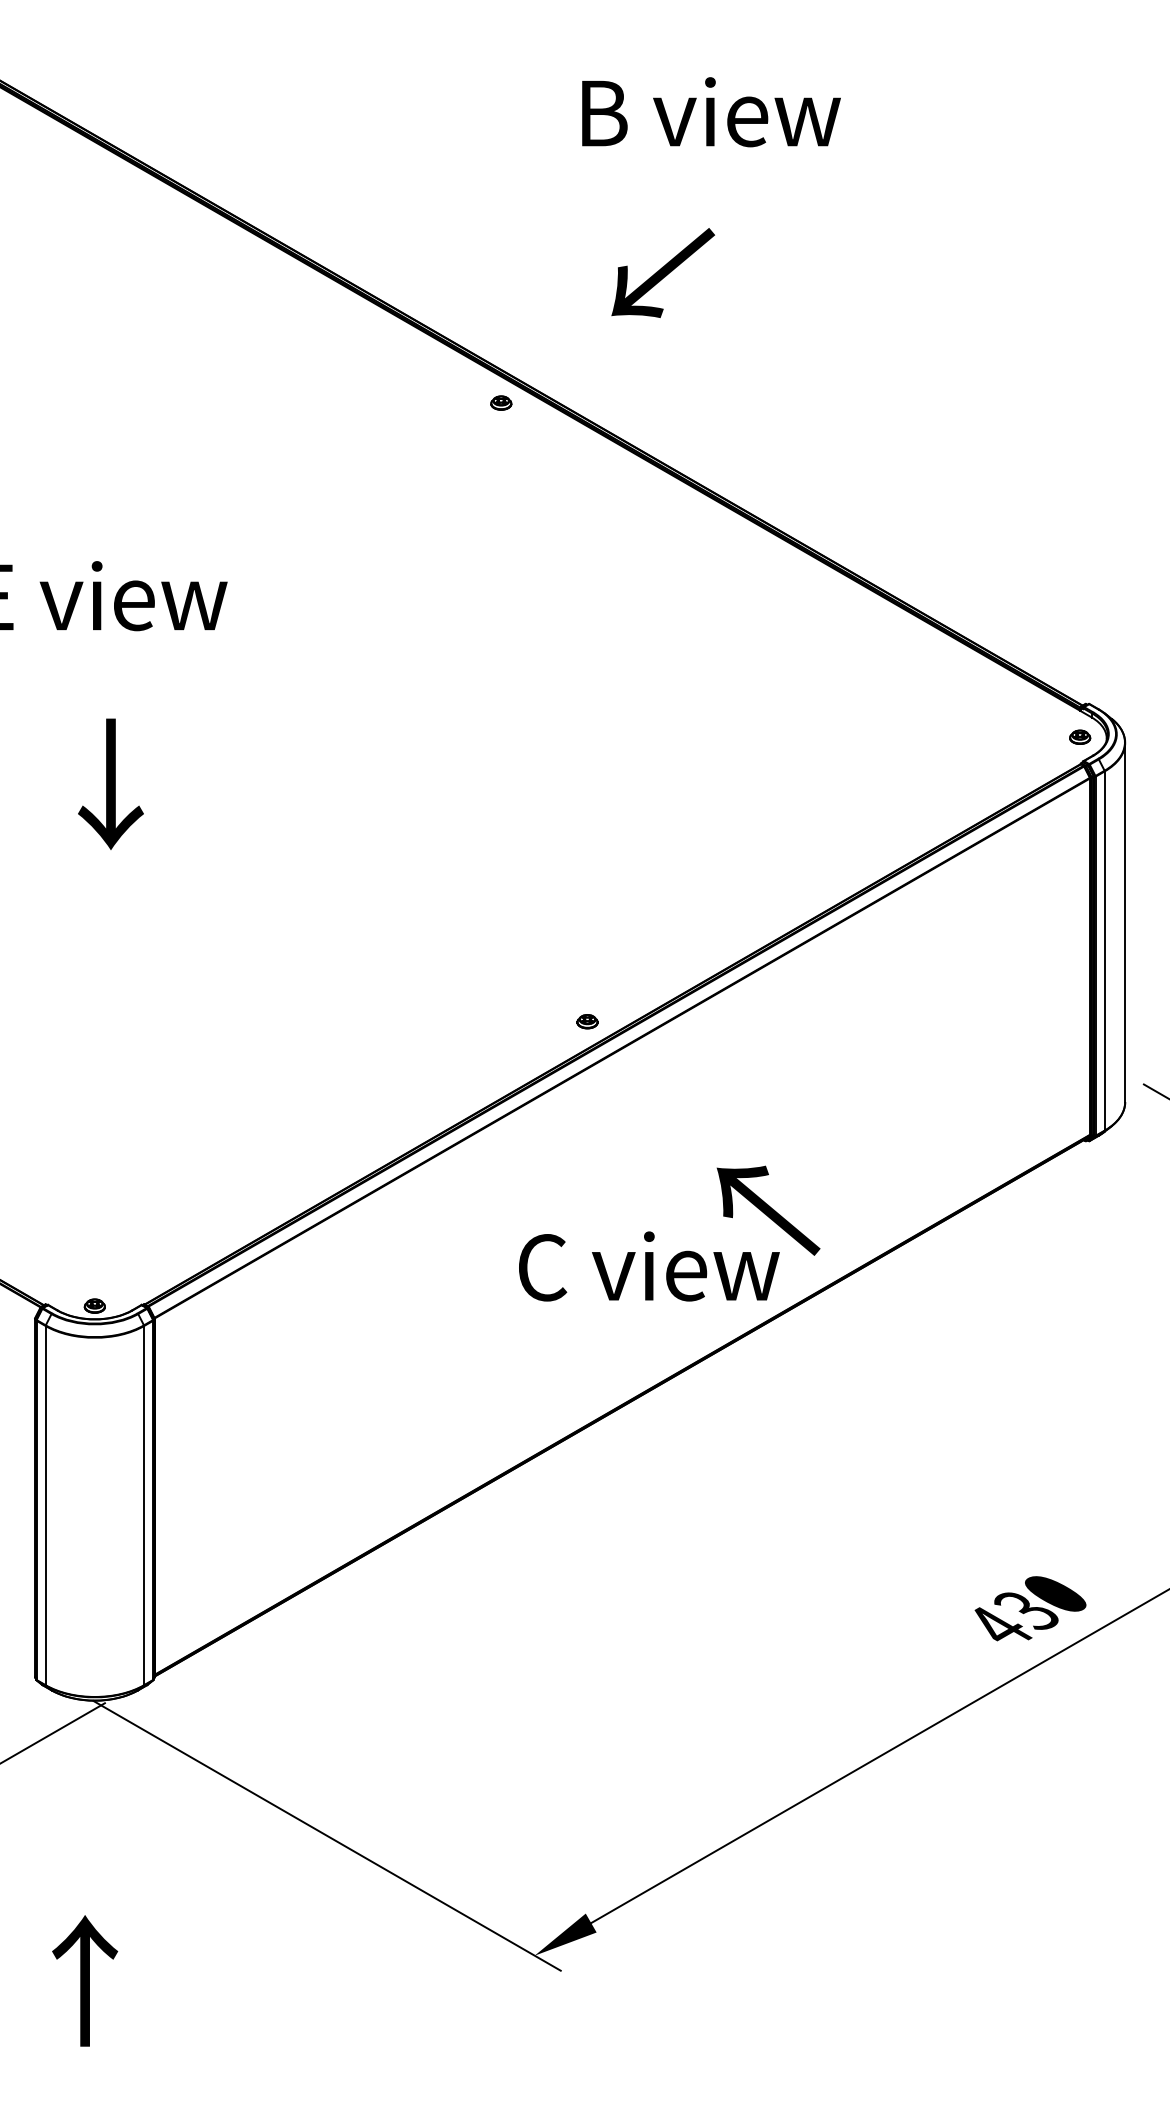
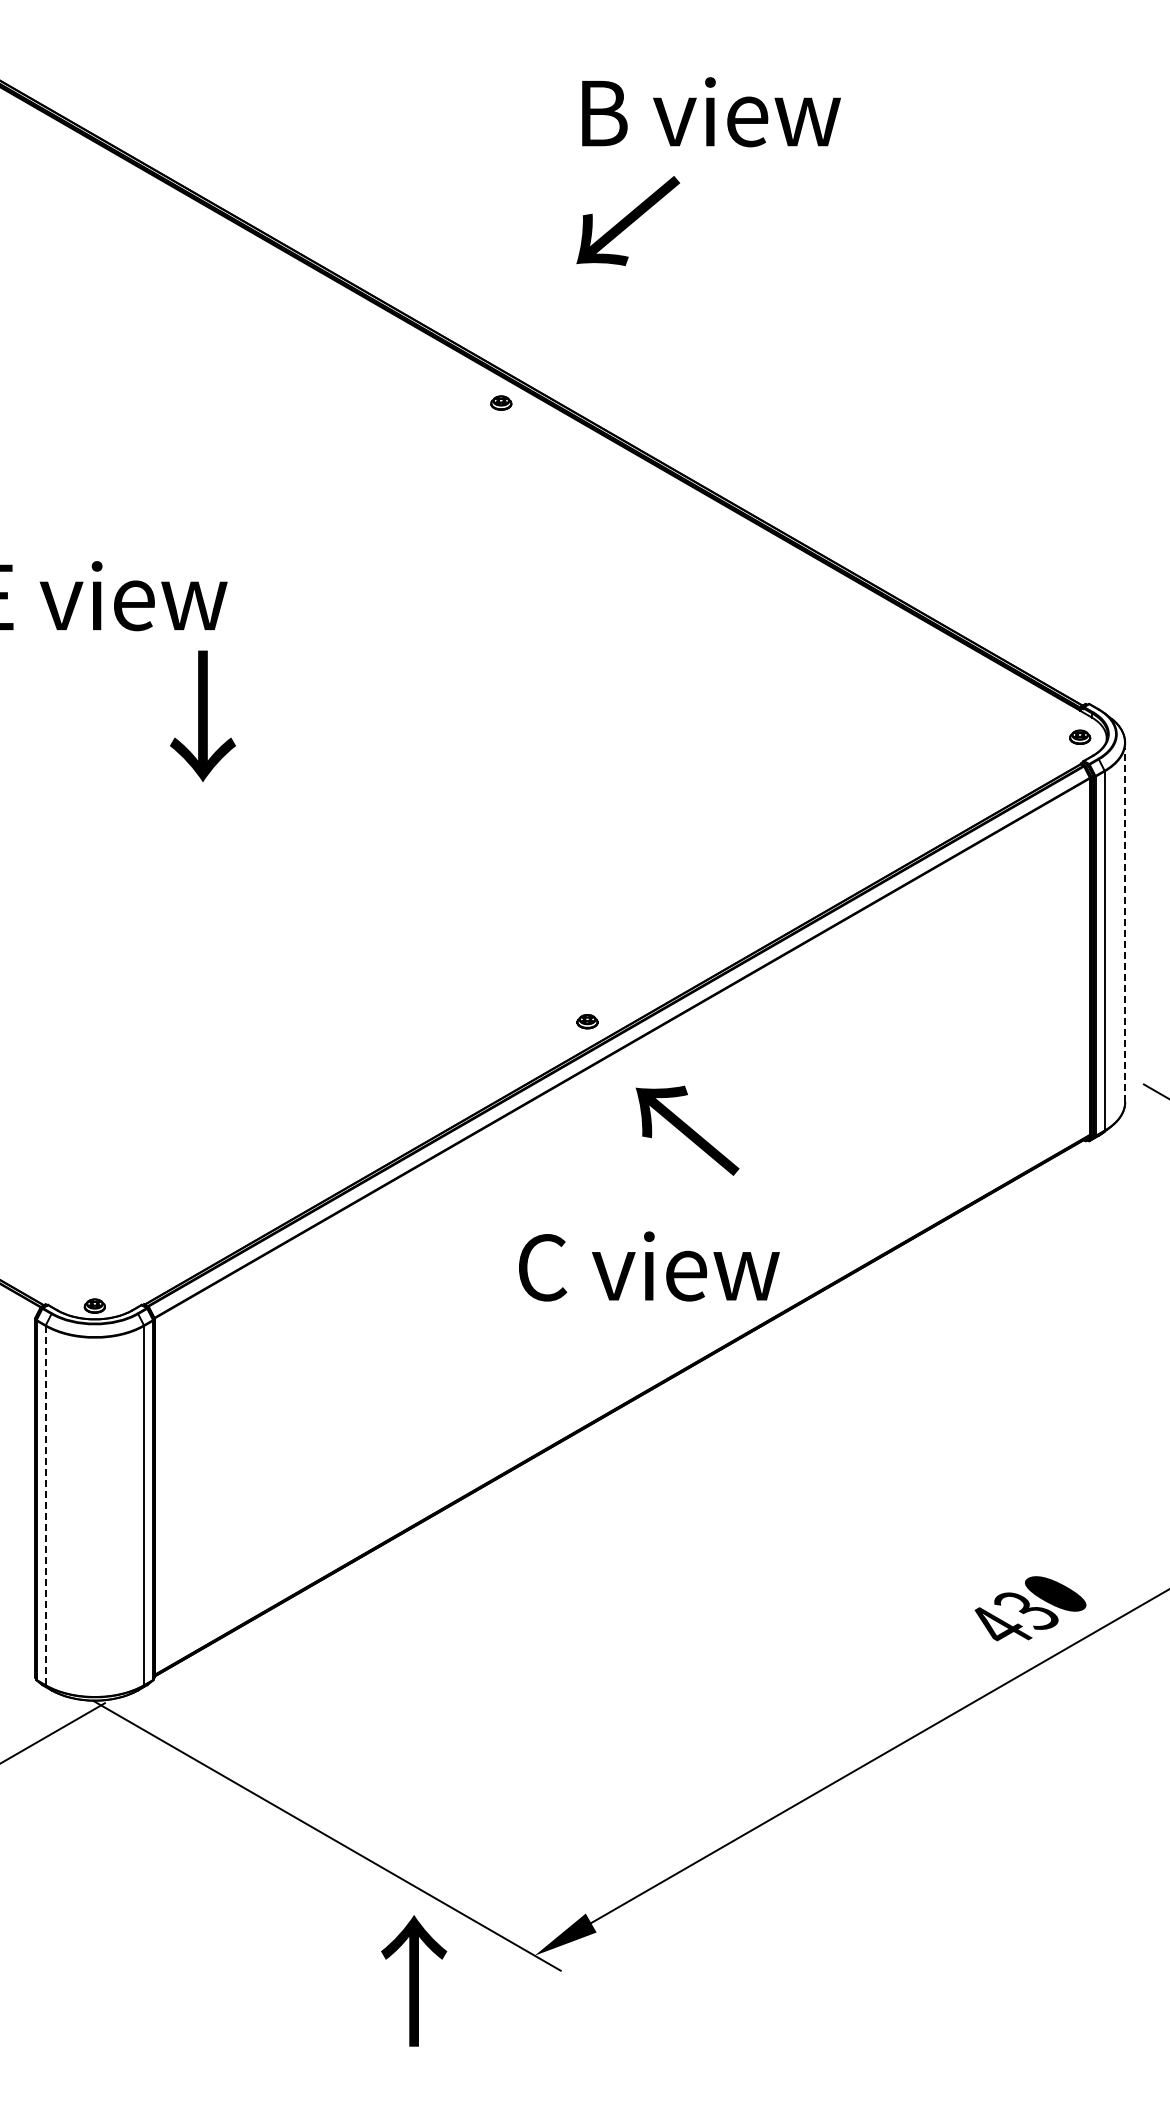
text at (662, 272) position: (662, 272) -> (627, 220)
text at (110, 783) position: (110, 783) -> (202, 715)
line at (1125, 922): solid -> dashed
text at (768, 1210) position: (768, 1210) -> (687, 1130)
line at (45, 1505): solid -> dashed
text at (85, 1980) position: (85, 1980) -> (414, 1980)
